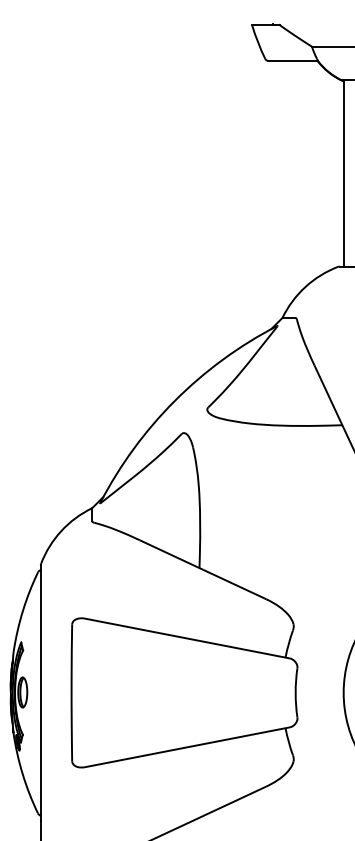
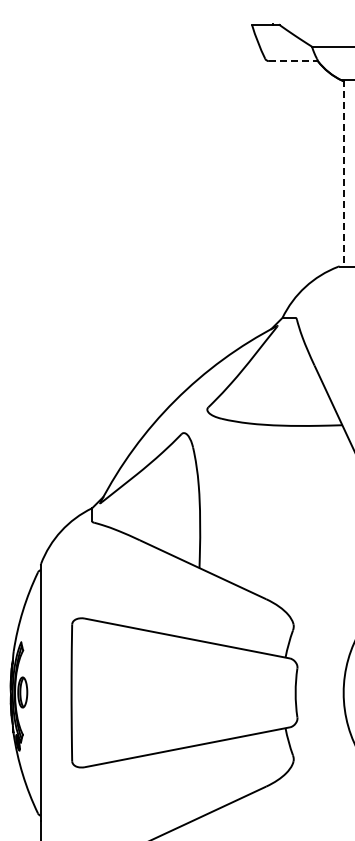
line at (293, 61): solid -> dashed
line at (344, 173): solid -> dashed
